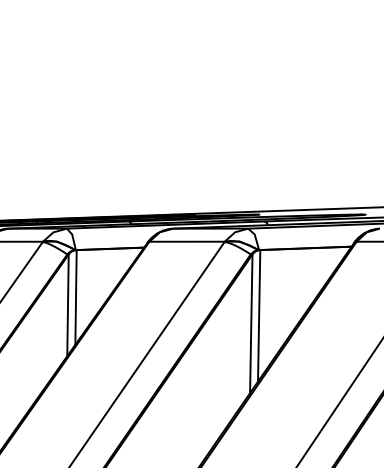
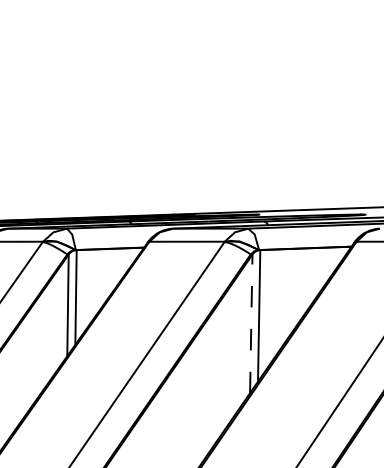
line at (251, 323): solid -> dashed
